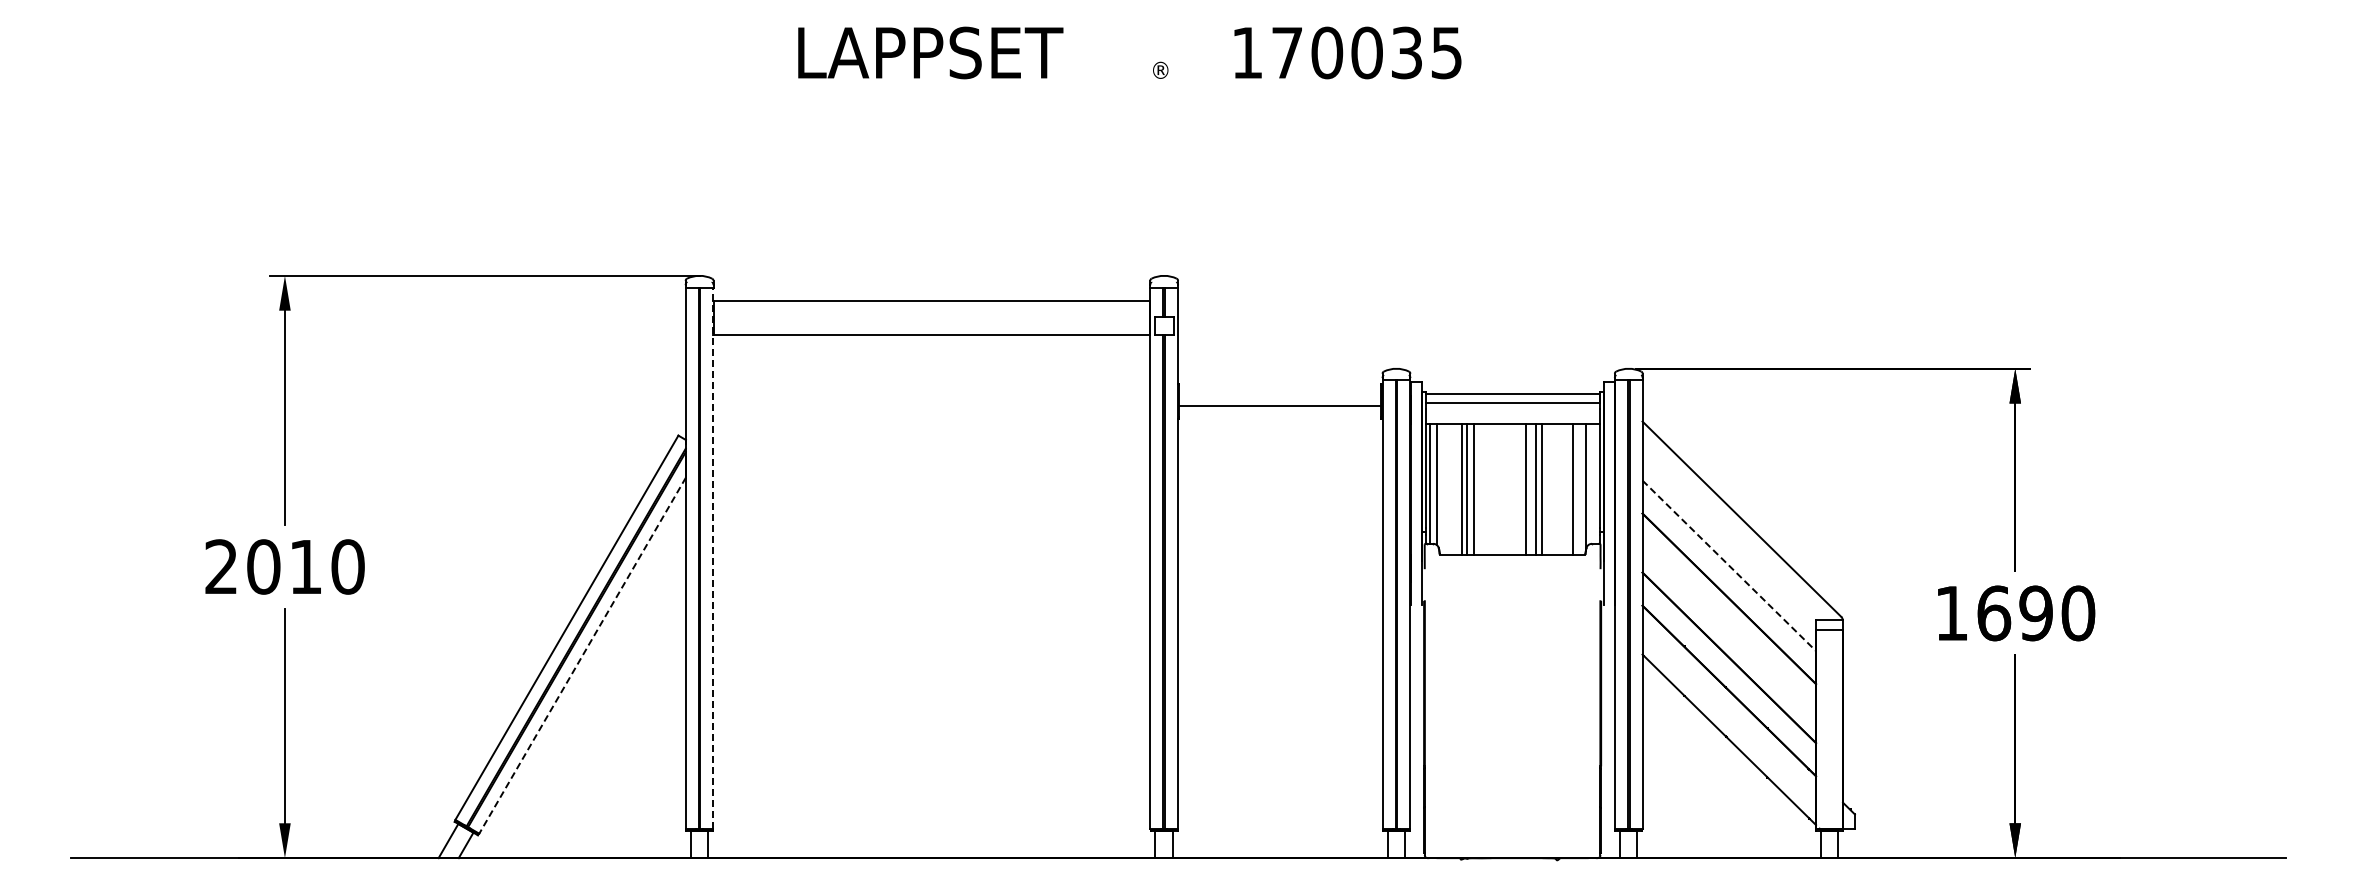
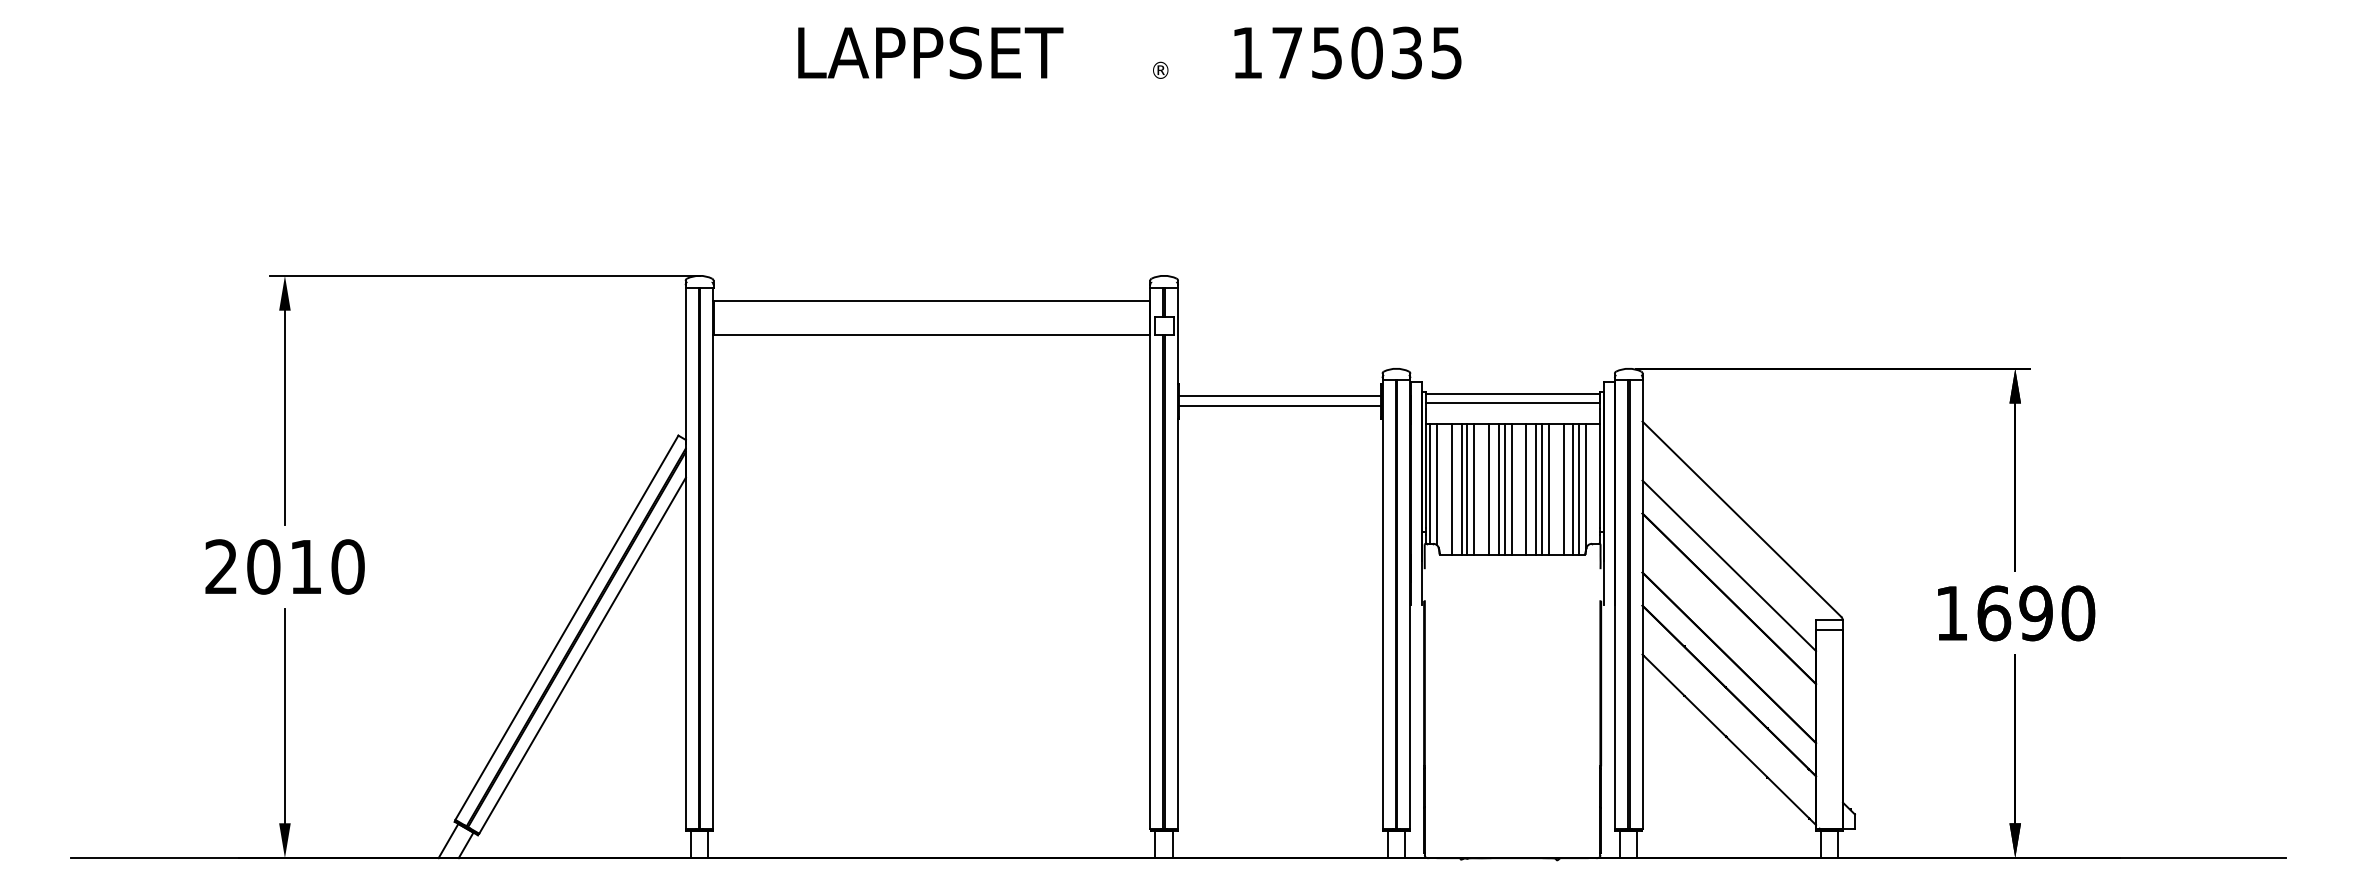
text at (1327, 52): 170035 -> 175035
line at (1279, 396): none -> present
line at (1452, 489): none -> present
line at (1489, 489): none -> present
line at (1498, 489): none -> present
line at (1504, 489): none -> present
line at (1511, 489): none -> present
line at (1548, 489): none -> present
line at (1563, 489): none -> present
line at (1578, 489): none -> present
line at (713, 558): dashed -> solid
line at (1729, 565): dashed -> solid
line at (582, 655): dashed -> solid
